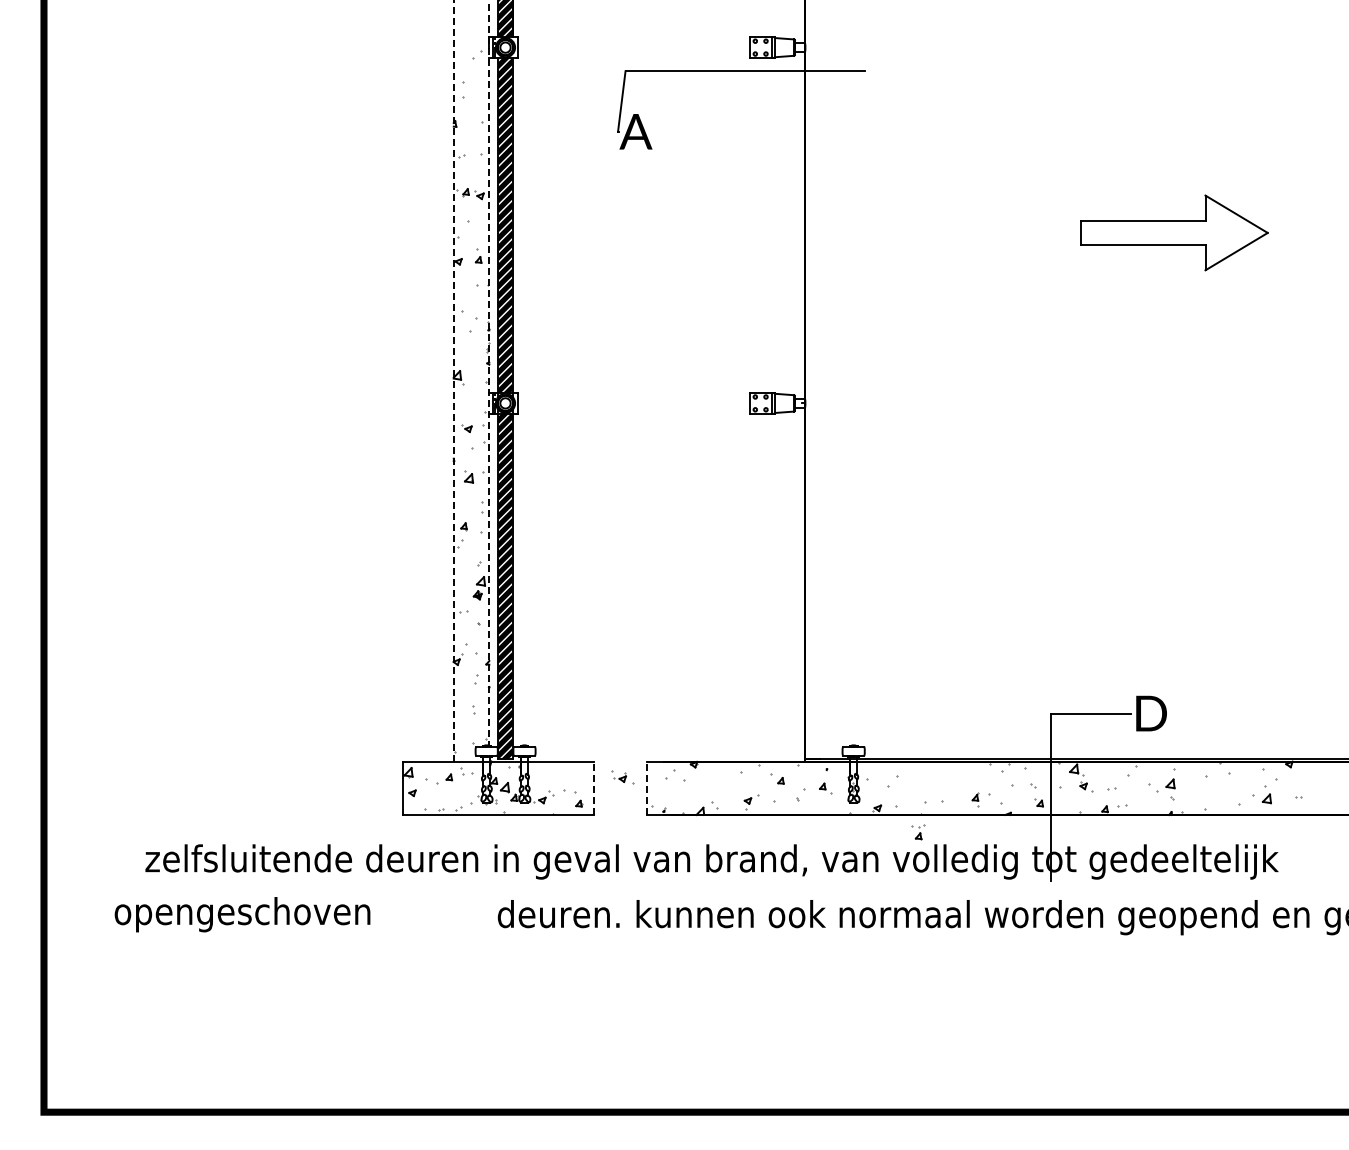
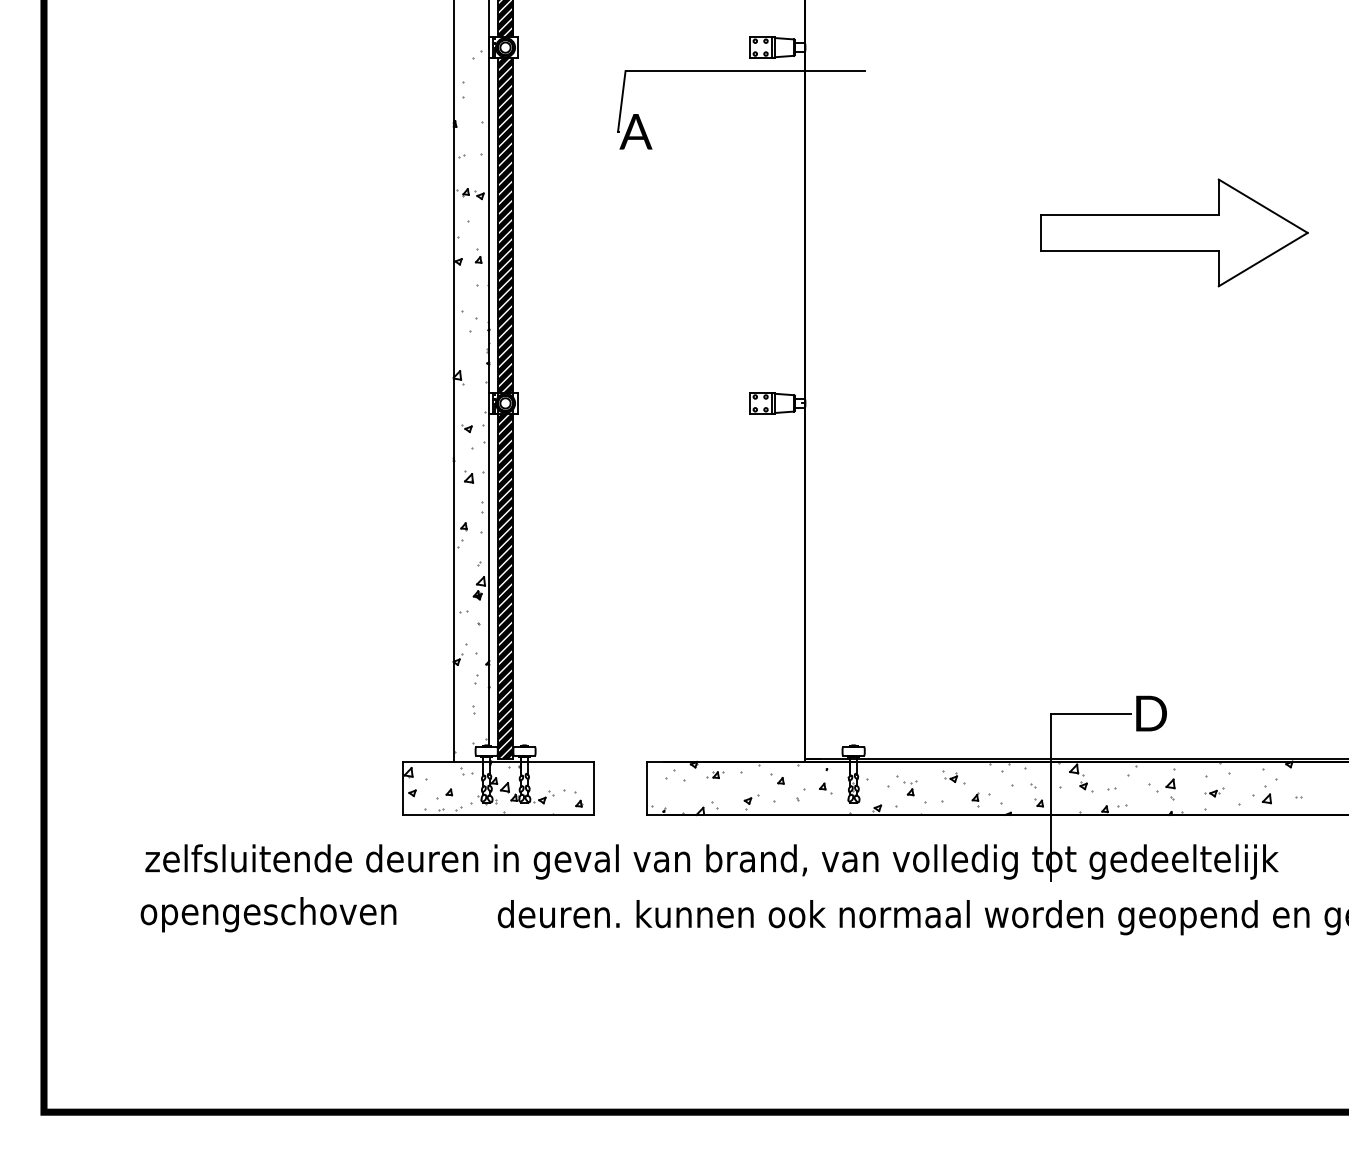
part at (1174, 232) size: 189x78 px -> 269x110 px
line at (489, 374): dashed -> solid
line at (453, 380): dashed -> solid
part at (715, 774): none -> present
part at (622, 777) position: (622, 777) -> (953, 777)
part at (444, 778) position: (444, 778) -> (444, 793)
line at (594, 788): dashed -> solid
line at (647, 788): dashed -> solid
part at (1214, 792): none -> present
part at (918, 832) position: (918, 832) -> (910, 788)
text at (242, 914) position: (242, 914) -> (268, 914)
